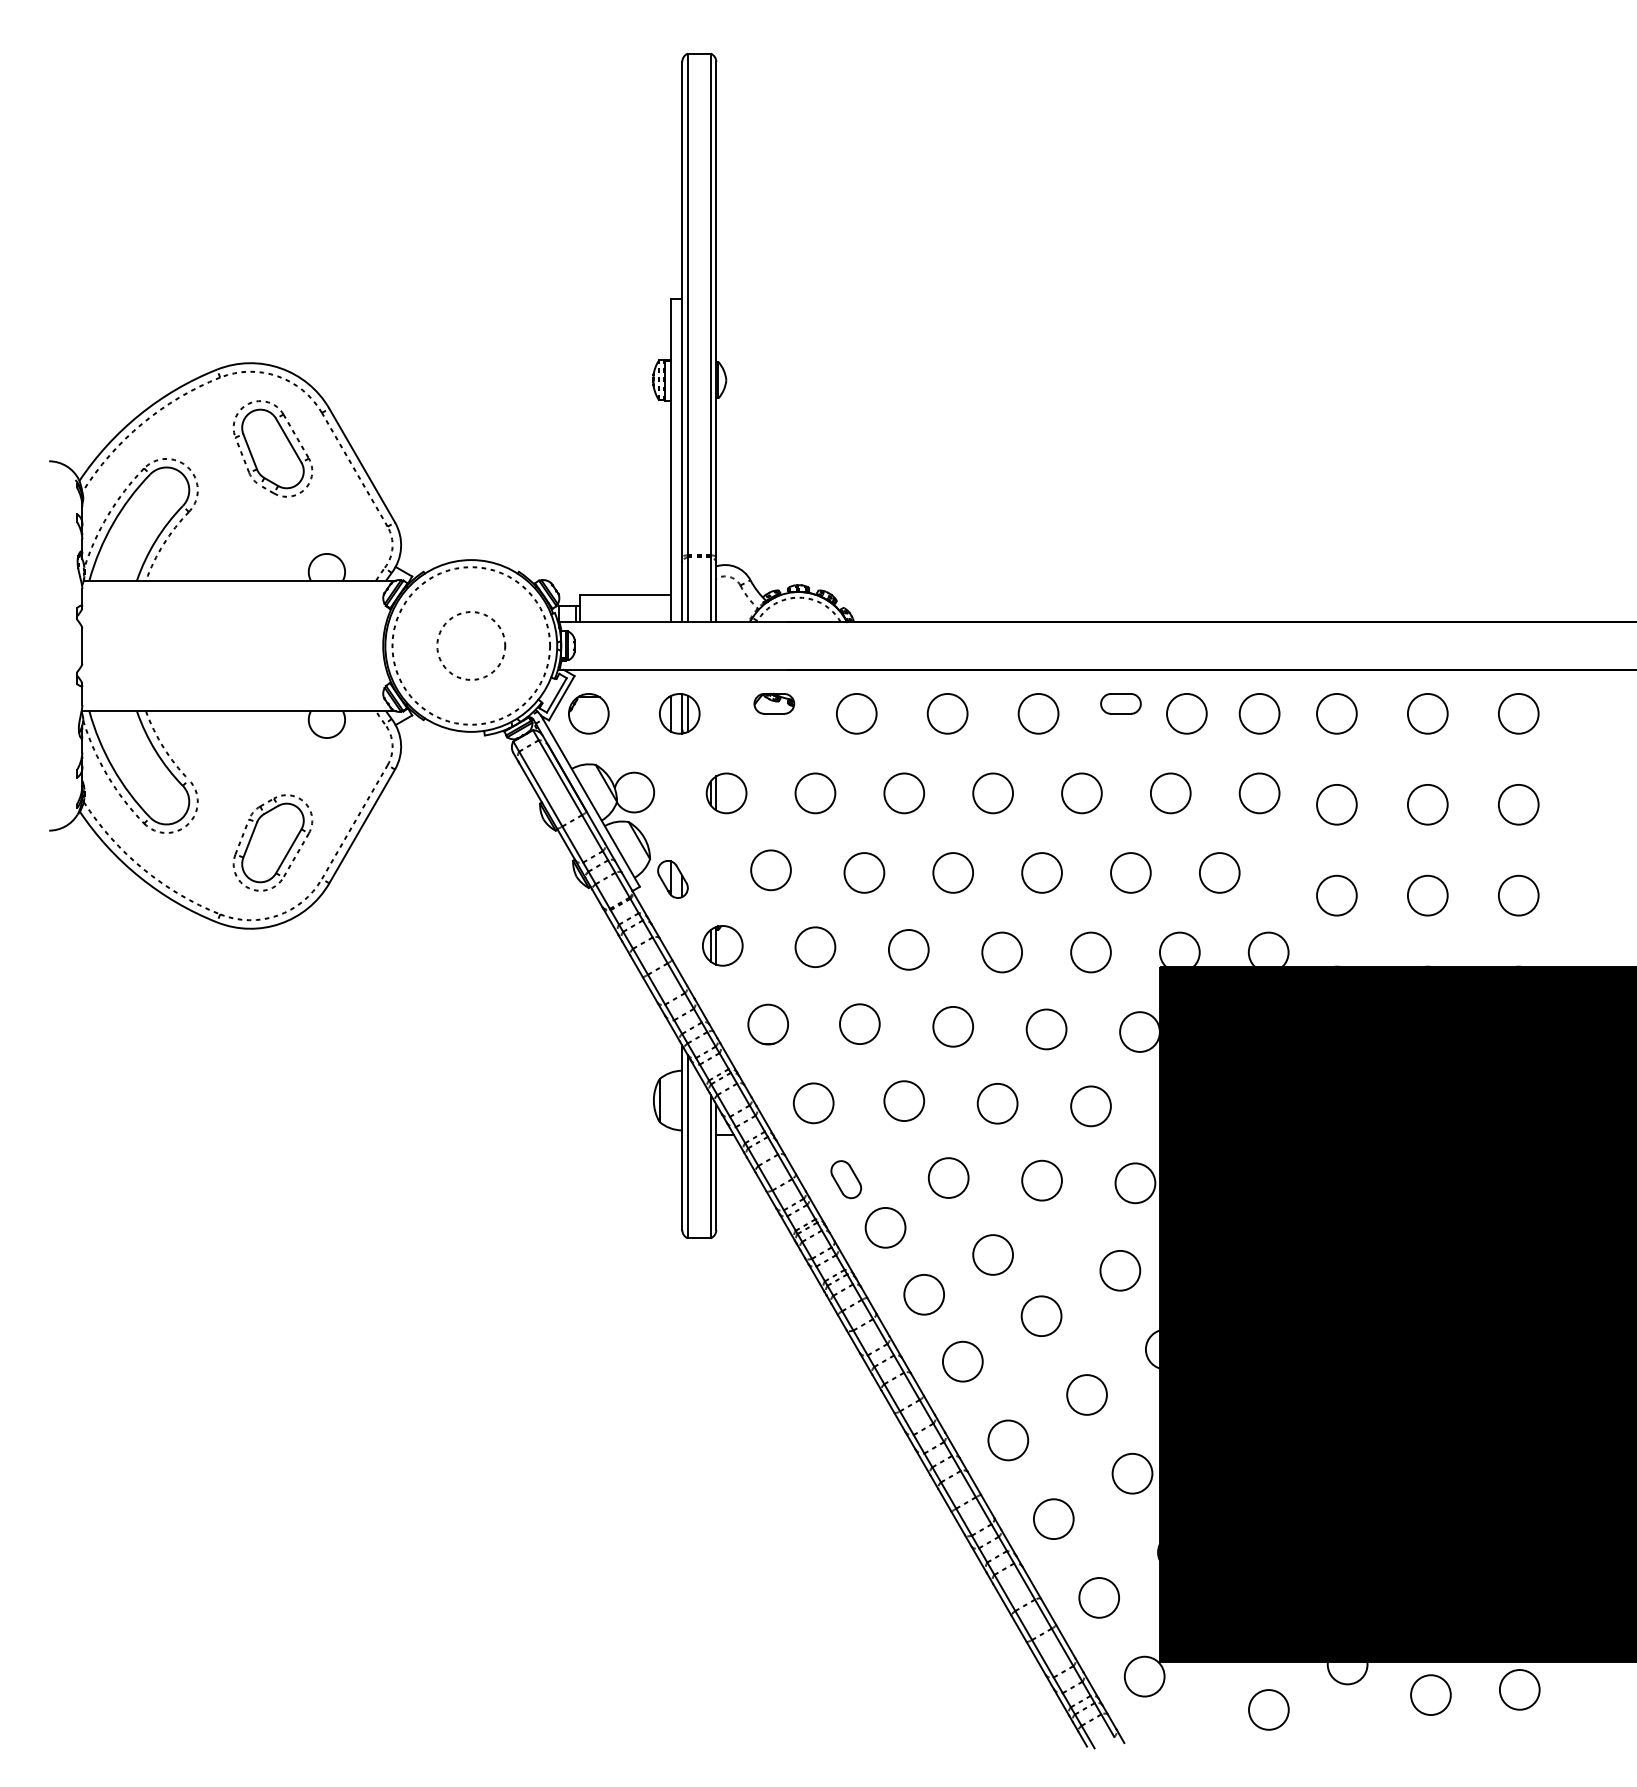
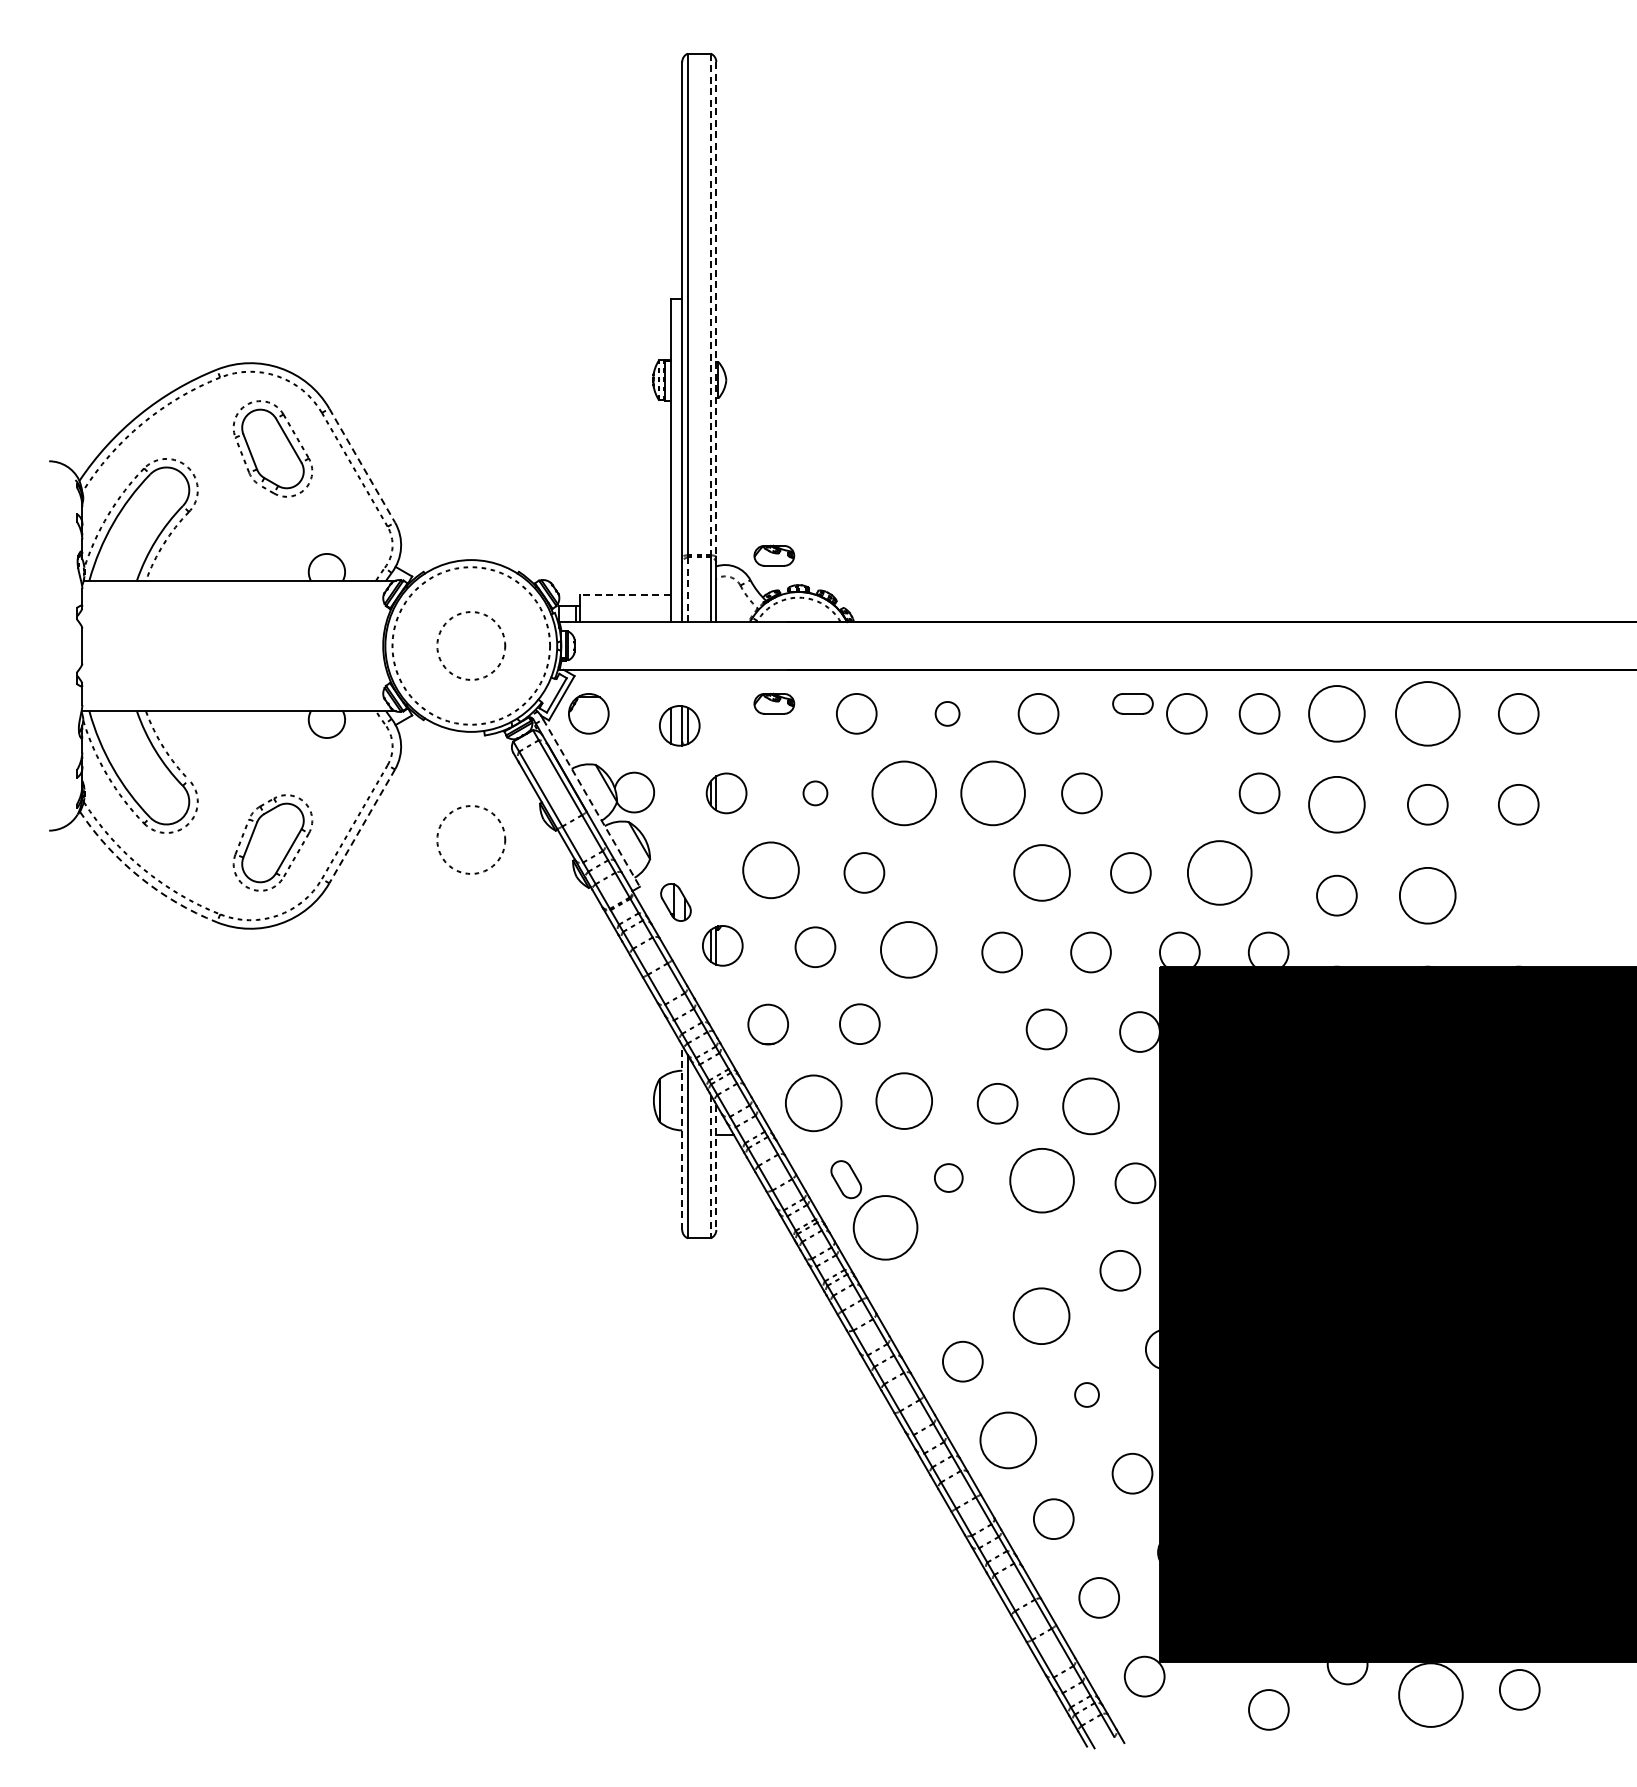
line at (710, 304): solid -> dashed
line at (716, 309): solid -> dashed
line at (362, 465): solid -> dashed
part at (774, 555): none -> present
line at (687, 590): solid -> dashed
line at (624, 594): solid -> dashed
part at (1120, 703) position: (1120, 703) -> (1132, 703)
part at (679, 713) position: (679, 713) -> (679, 725)
circle at (947, 713) size: 43x42 px -> 27x26 px
circle at (1336, 713) diameter: 40 px -> 56 px
circle at (1427, 713) diameter: 40 px -> 64 px
circle at (815, 793) diameter: 40 px -> 24 px
circle at (904, 793) diameter: 40 px -> 64 px
circle at (993, 793) diameter: 40 px -> 64 px
circle at (1170, 793): present -> none
line at (591, 803): solid -> dashed
circle at (1336, 804) diameter: 40 px -> 56 px
line at (362, 826): solid -> dashed
circle at (471, 839): none -> present
circle at (770, 870) diameter: 40 px -> 56 px
circle at (952, 872): present -> none
circle at (1041, 872) diameter: 40 px -> 56 px
circle at (1219, 872) diameter: 40 px -> 64 px
arc at (140, 877): solid -> dashed
part at (672, 879) position: (672, 879) -> (675, 902)
circle at (1427, 895) size: 42x43 px -> 58x58 px
circle at (1518, 895): present -> none
circle at (908, 949) diameter: 40 px -> 56 px
circle at (952, 1026): present -> none
circle at (904, 1101) diameter: 40 px -> 56 px
circle at (813, 1103) diameter: 40 px -> 56 px
circle at (1090, 1106) diameter: 40 px -> 56 px
line at (682, 1137): solid -> dashed
line at (710, 1166): solid -> dashed
line at (716, 1167): solid -> dashed
circle at (948, 1177) size: 42x42 px -> 30x30 px
circle at (1041, 1180) diameter: 40 px -> 64 px
circle at (885, 1227) diameter: 40 px -> 64 px
circle at (992, 1254): present -> none
circle at (923, 1294): present -> none
circle at (1041, 1316) diameter: 40 px -> 56 px
circle at (1086, 1394) size: 42x42 px -> 26x26 px
circle at (1008, 1440) diameter: 40 px -> 56 px
circle at (1430, 1695) diameter: 40 px -> 64 px
